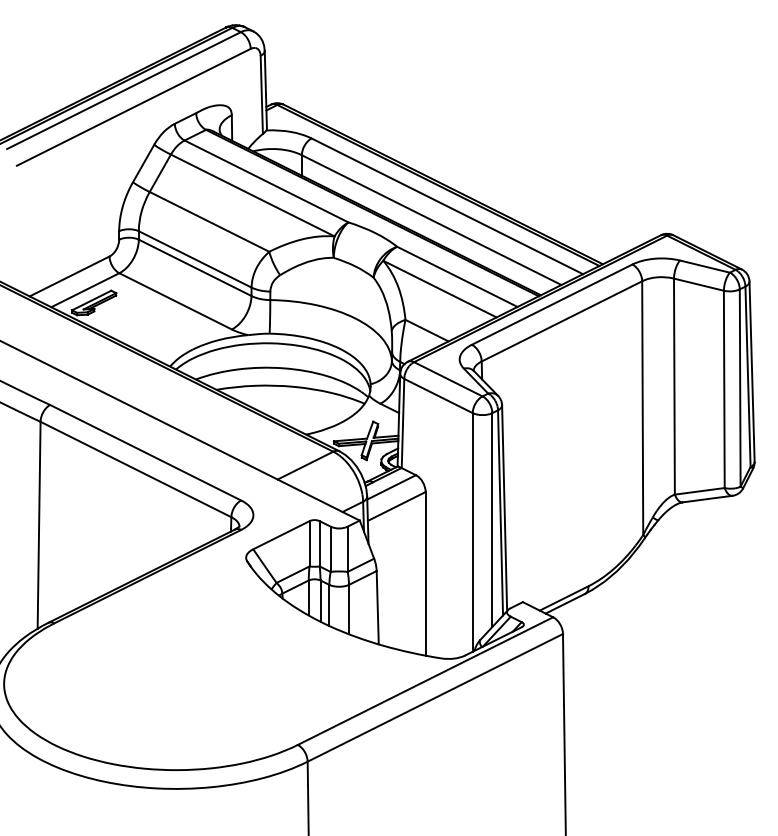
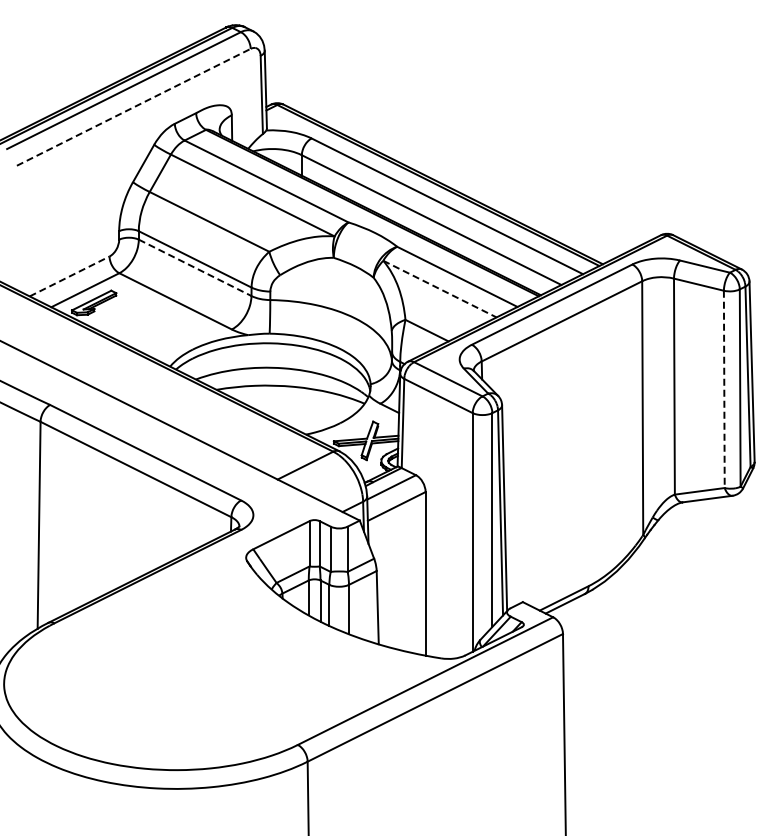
line at (133, 107): solid -> dashed
line at (195, 267): solid -> dashed
line at (69, 276): solid -> dashed
line at (440, 289): solid -> dashed
line at (724, 389): solid -> dashed
